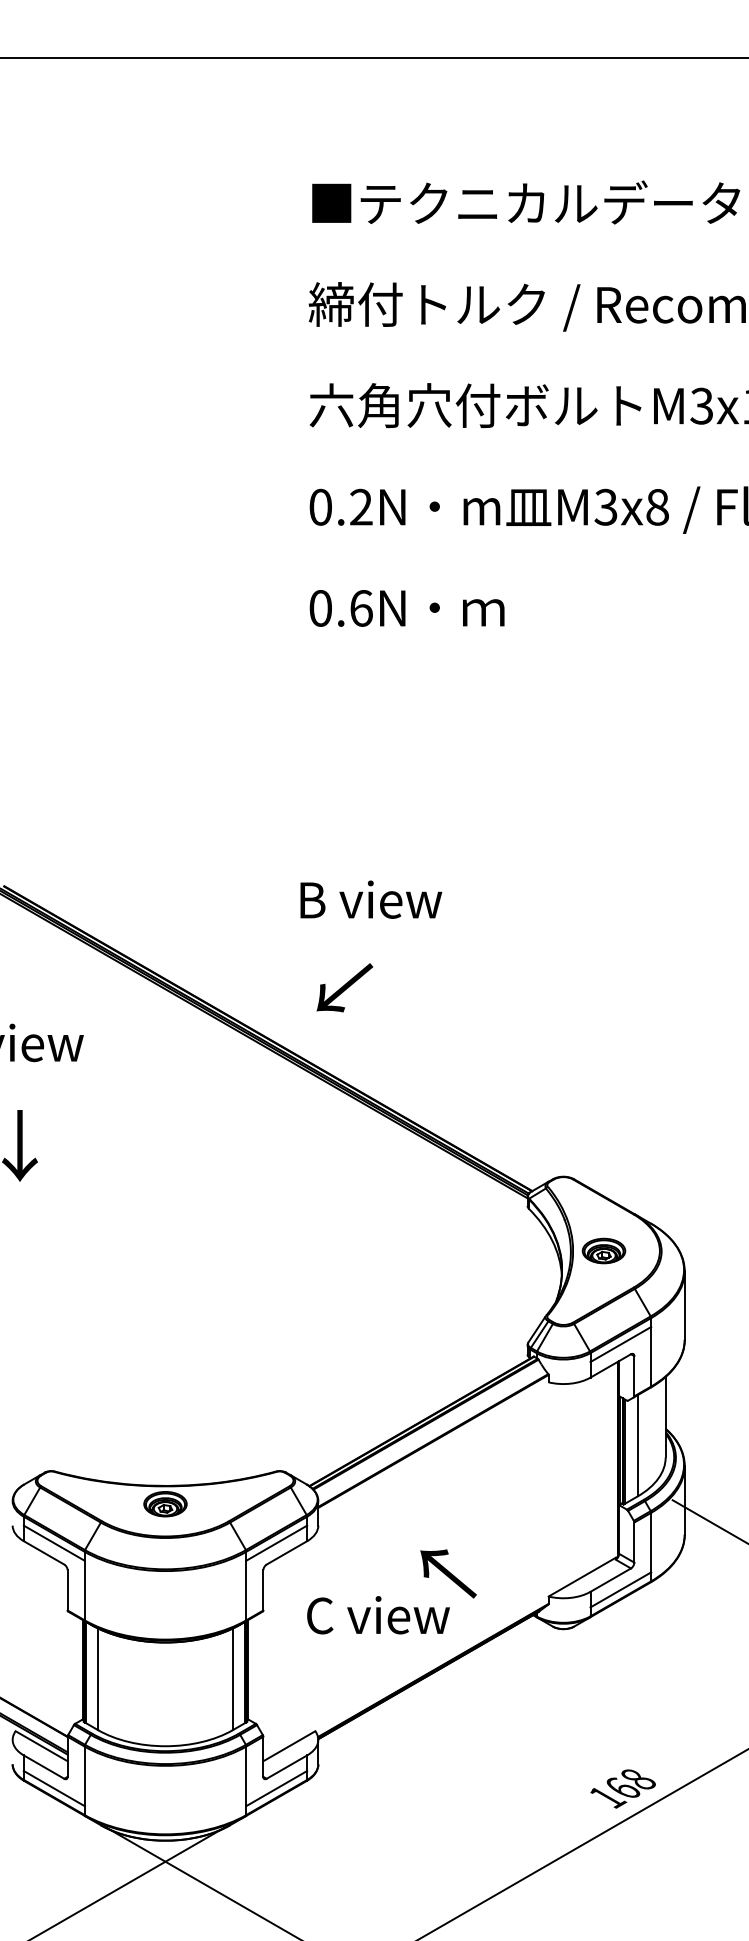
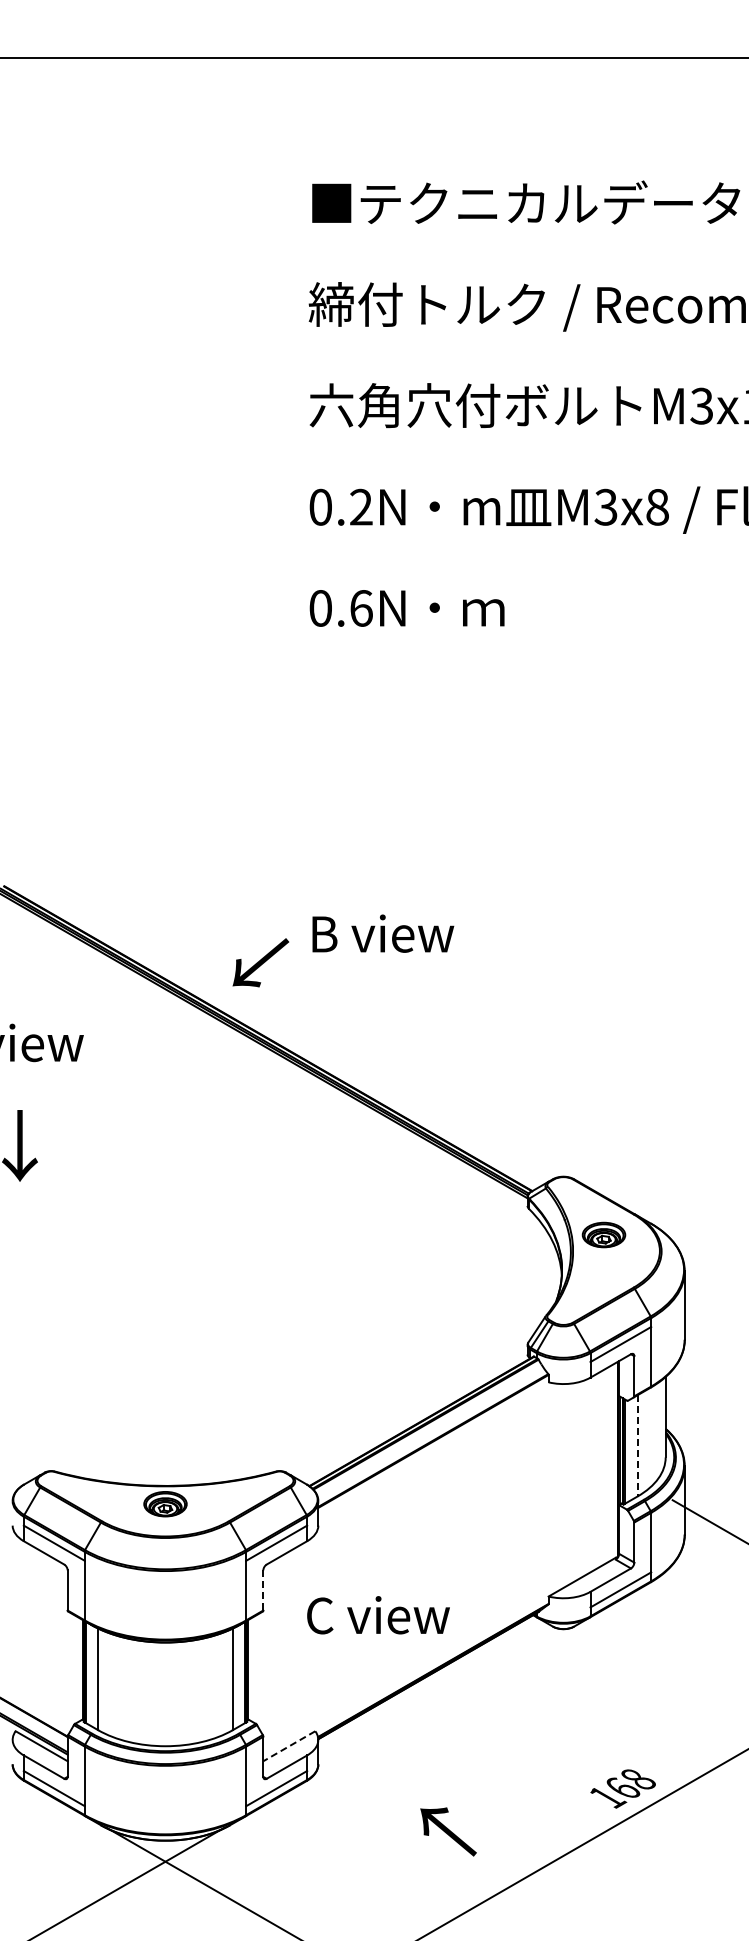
text at (371, 899) position: (371, 899) -> (383, 933)
text at (344, 987) position: (344, 987) -> (260, 962)
part at (603, 1250) position: (603, 1250) -> (603, 1234)
line at (637, 1445): solid -> dashed
text at (448, 1573) position: (448, 1573) -> (448, 1831)
line at (263, 1590): solid -> dashed
line at (288, 1746): solid -> dashed
